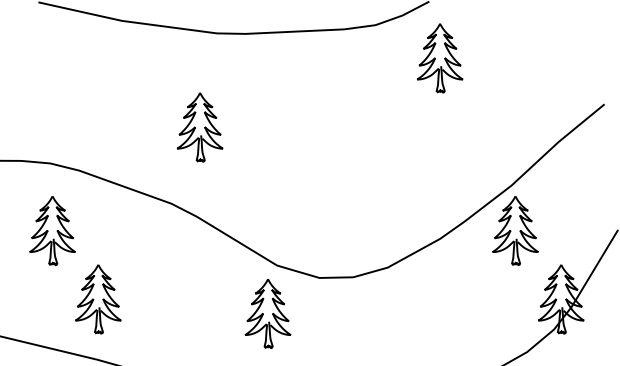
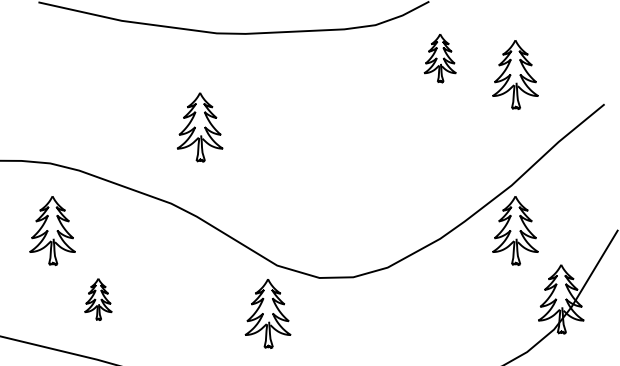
part at (440, 58) size: 47x71 px -> 34x50 px
part at (515, 74): none -> present
part at (98, 299) size: 47x71 px -> 29x43 px
